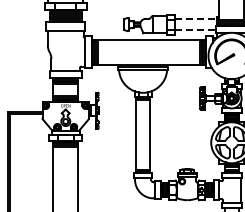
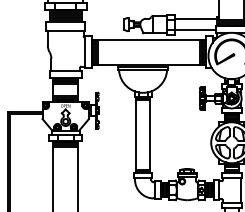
line at (195, 19): dashed -> solid
line at (195, 30): dashed -> solid
